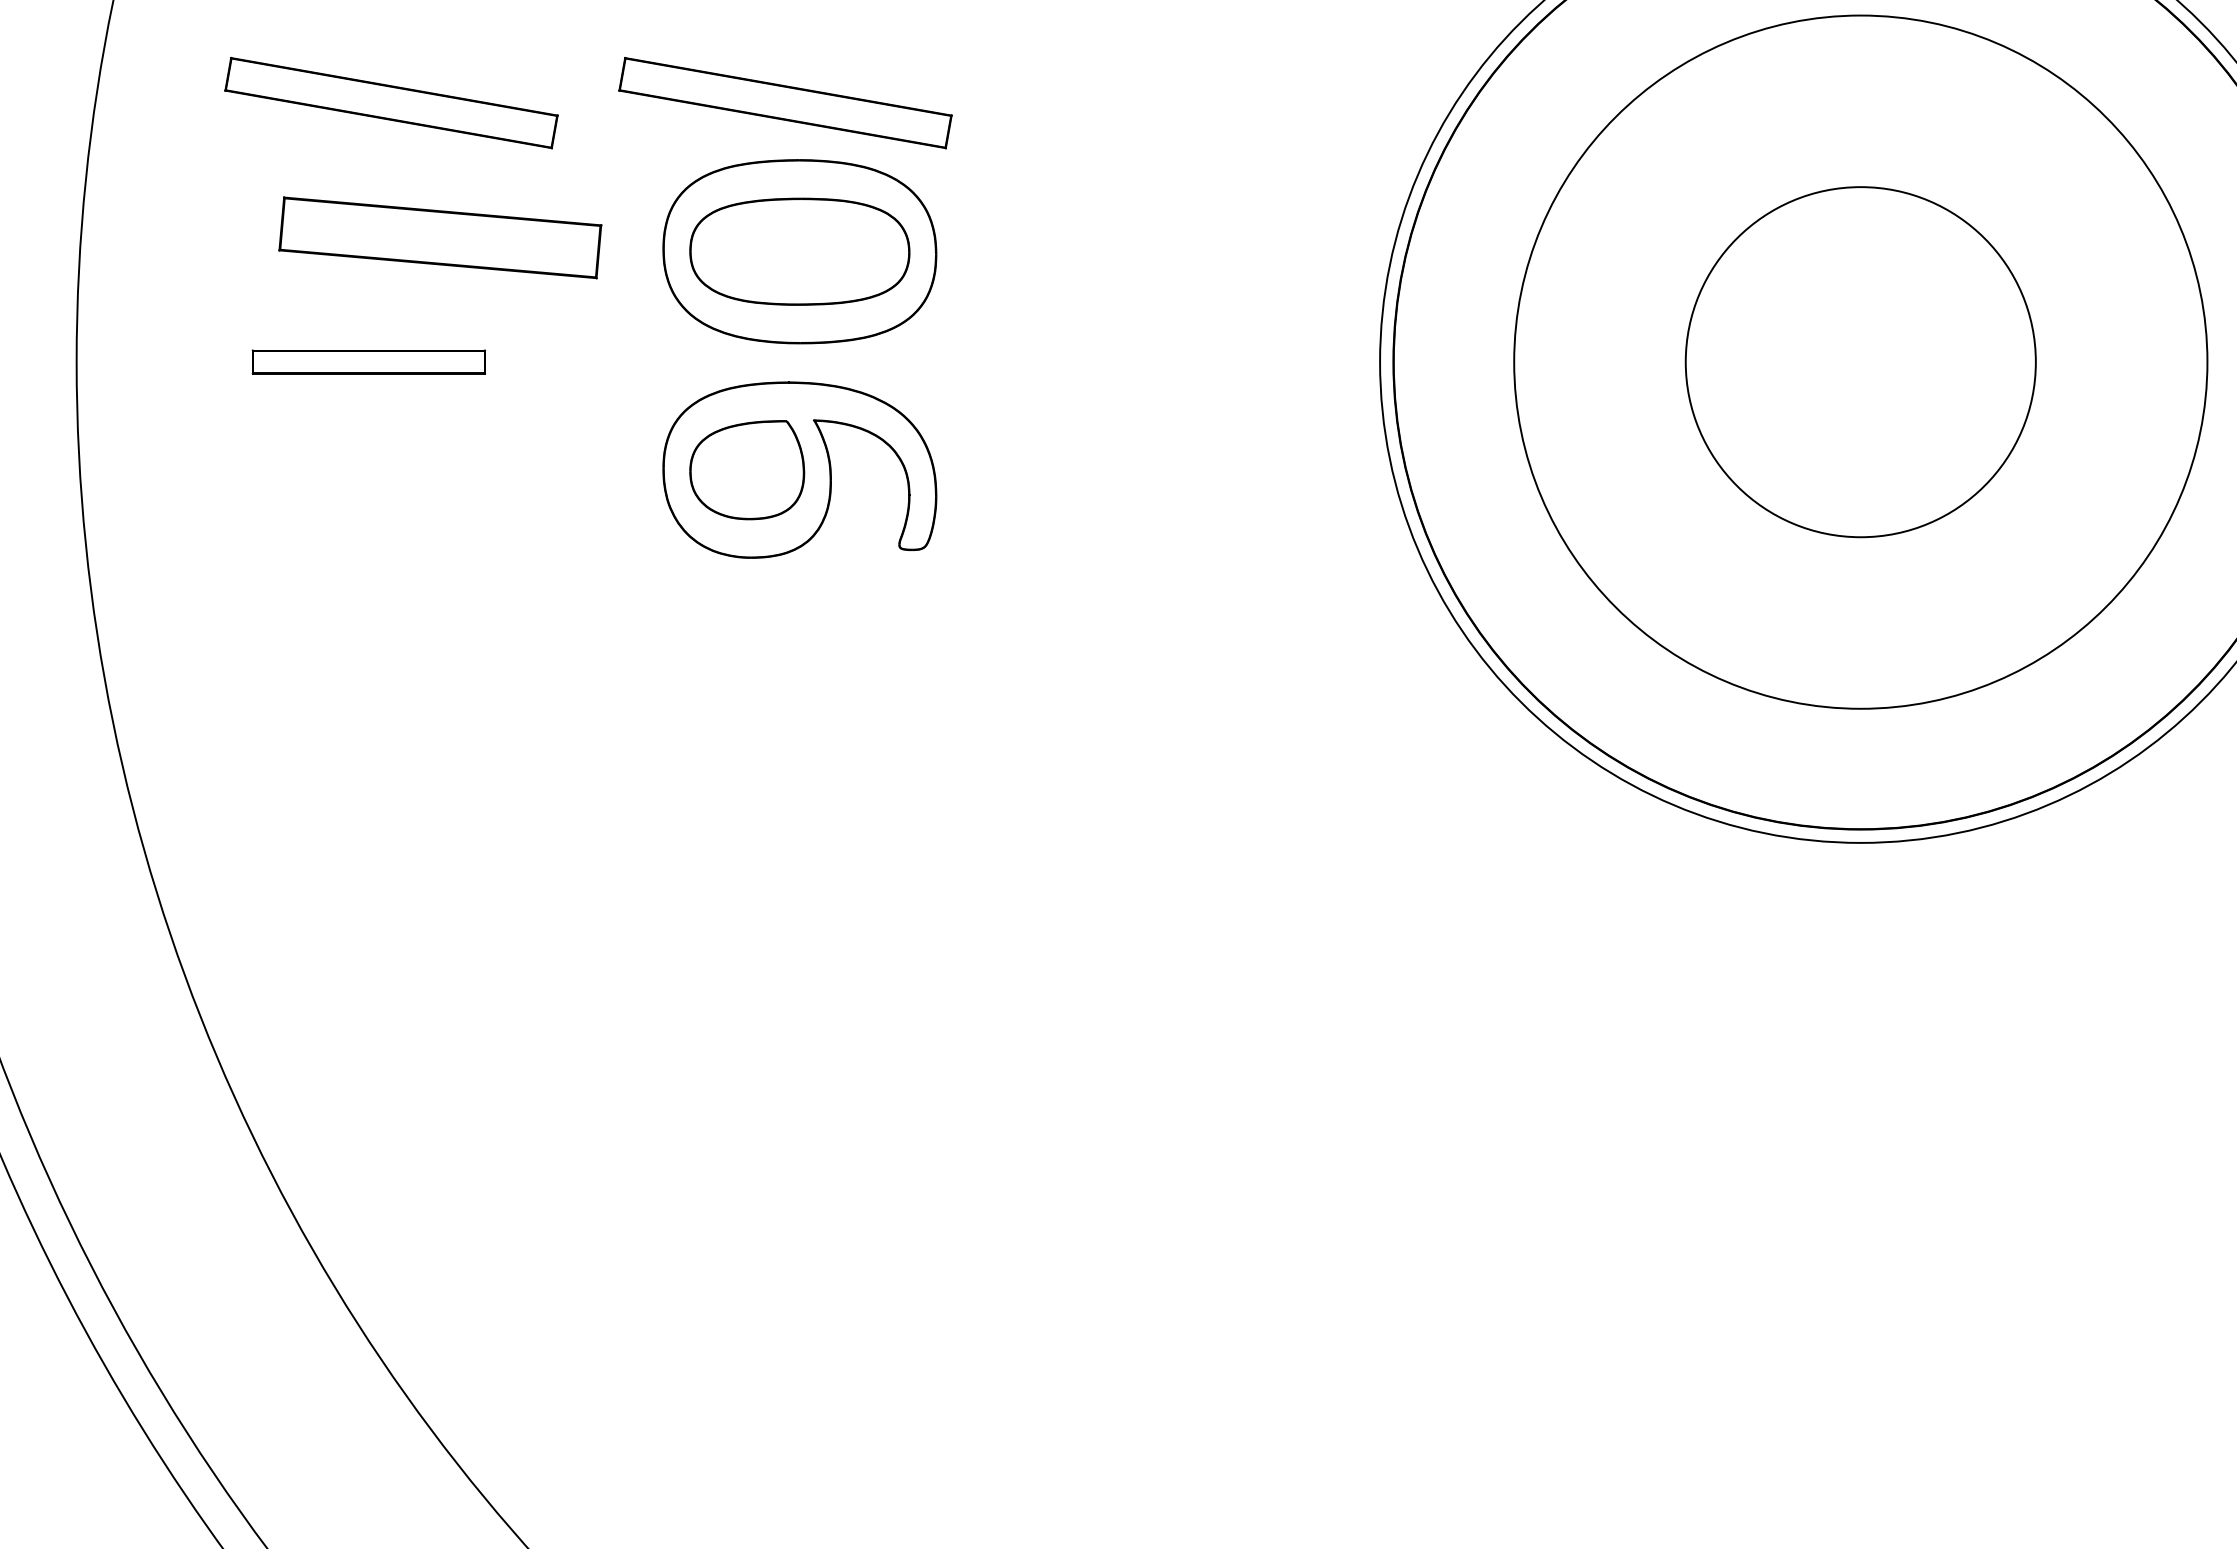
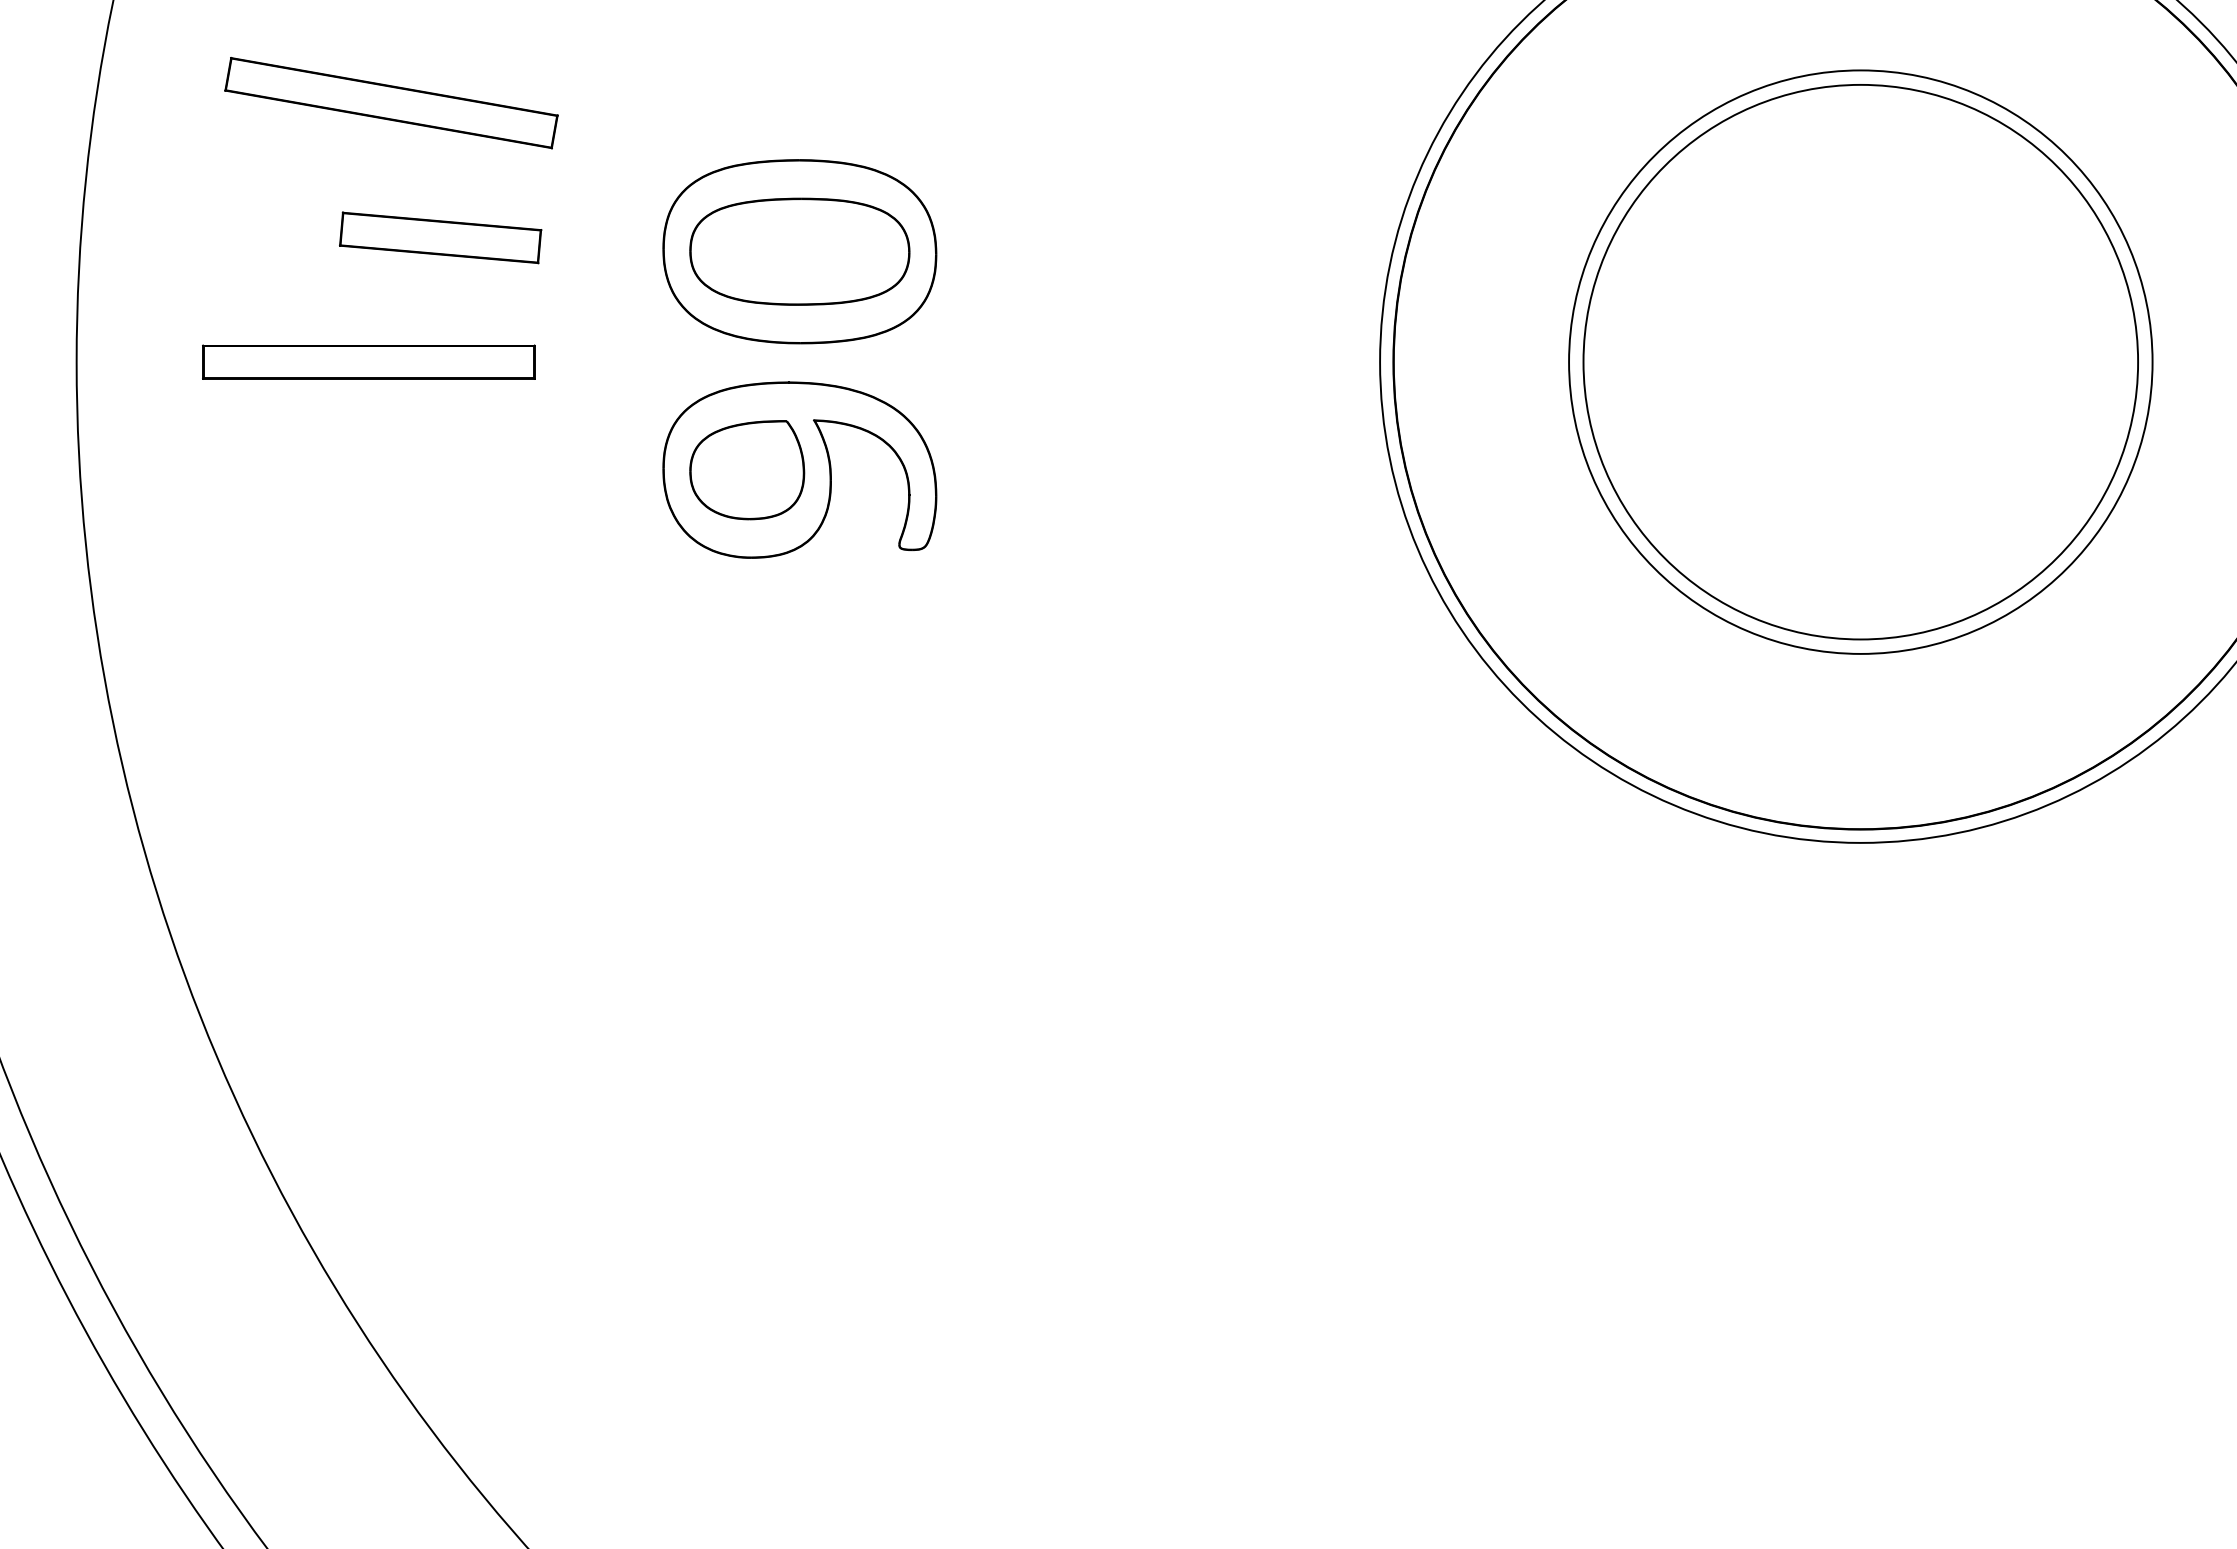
part at (785, 103): present -> none
part at (440, 237) size: 325x84 px -> 204x54 px
part at (368, 361) size: 235x26 px -> 334x36 px
circle at (1860, 361) diameter: 693 px -> 555 px
circle at (1860, 362) diameter: 350 px -> 584 px
